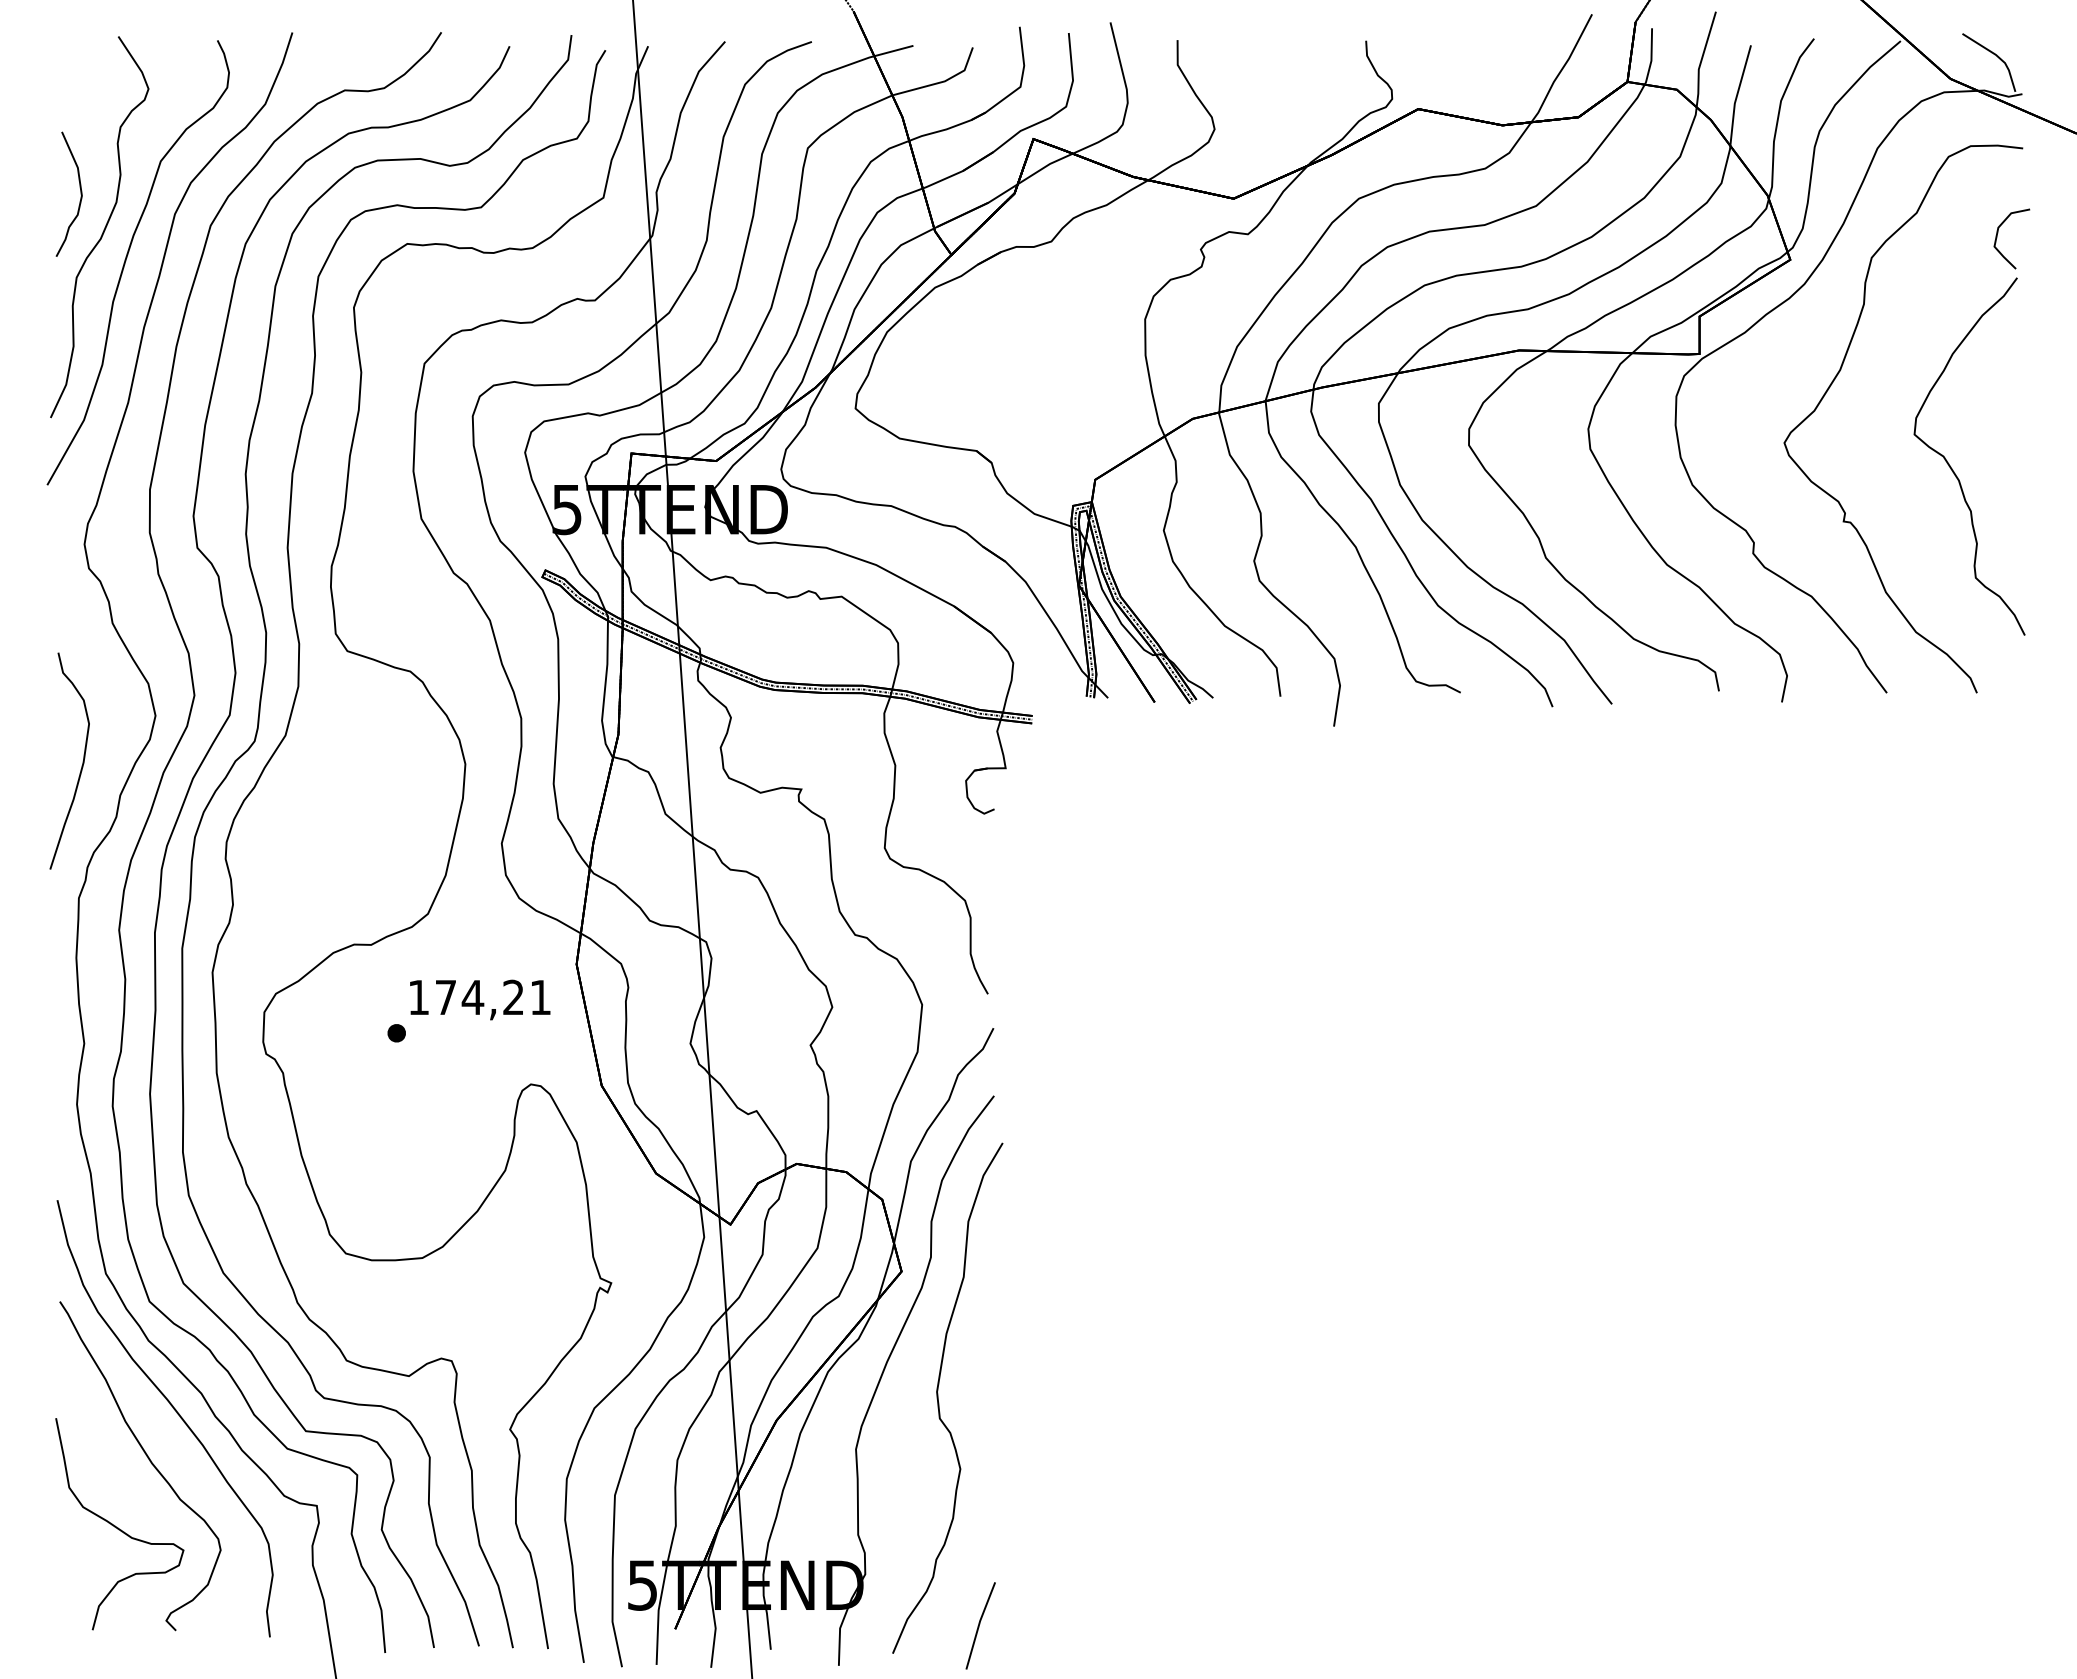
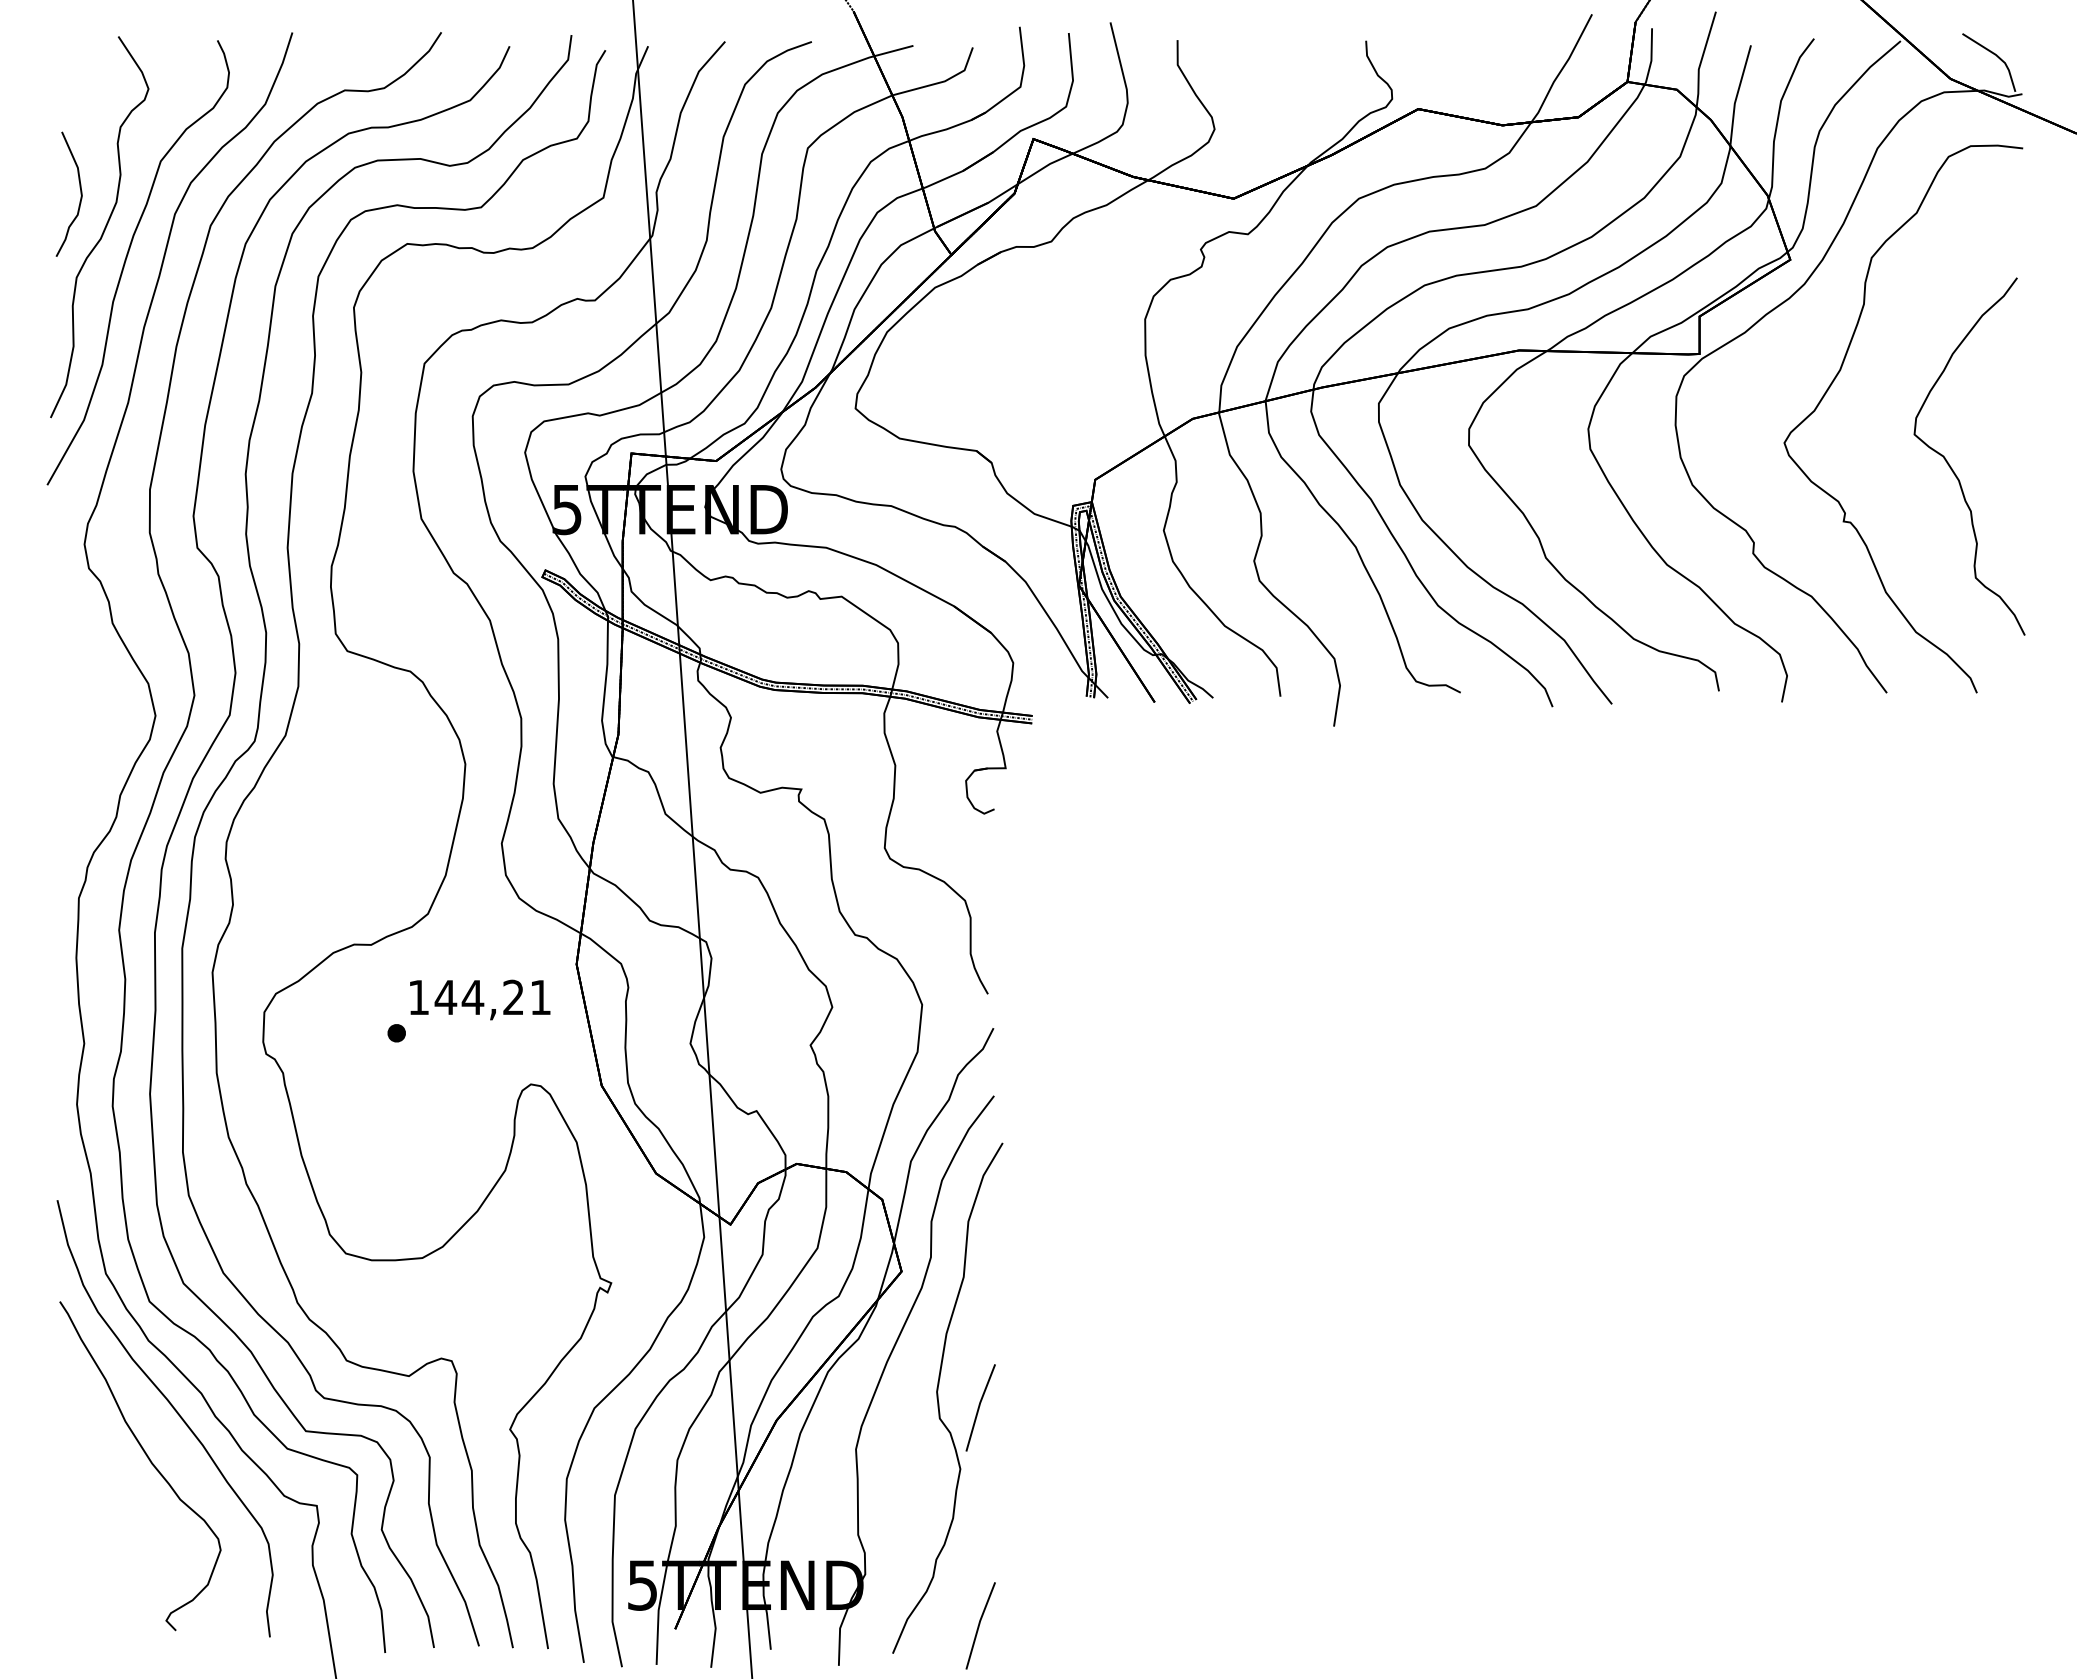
curve at (1998, 233): present -> none
curve at (81, 765): present -> none
text at (445, 997): 174,21 -> 144,21
line at (980, 1406): none -> present
curve at (118, 1527): present -> none
